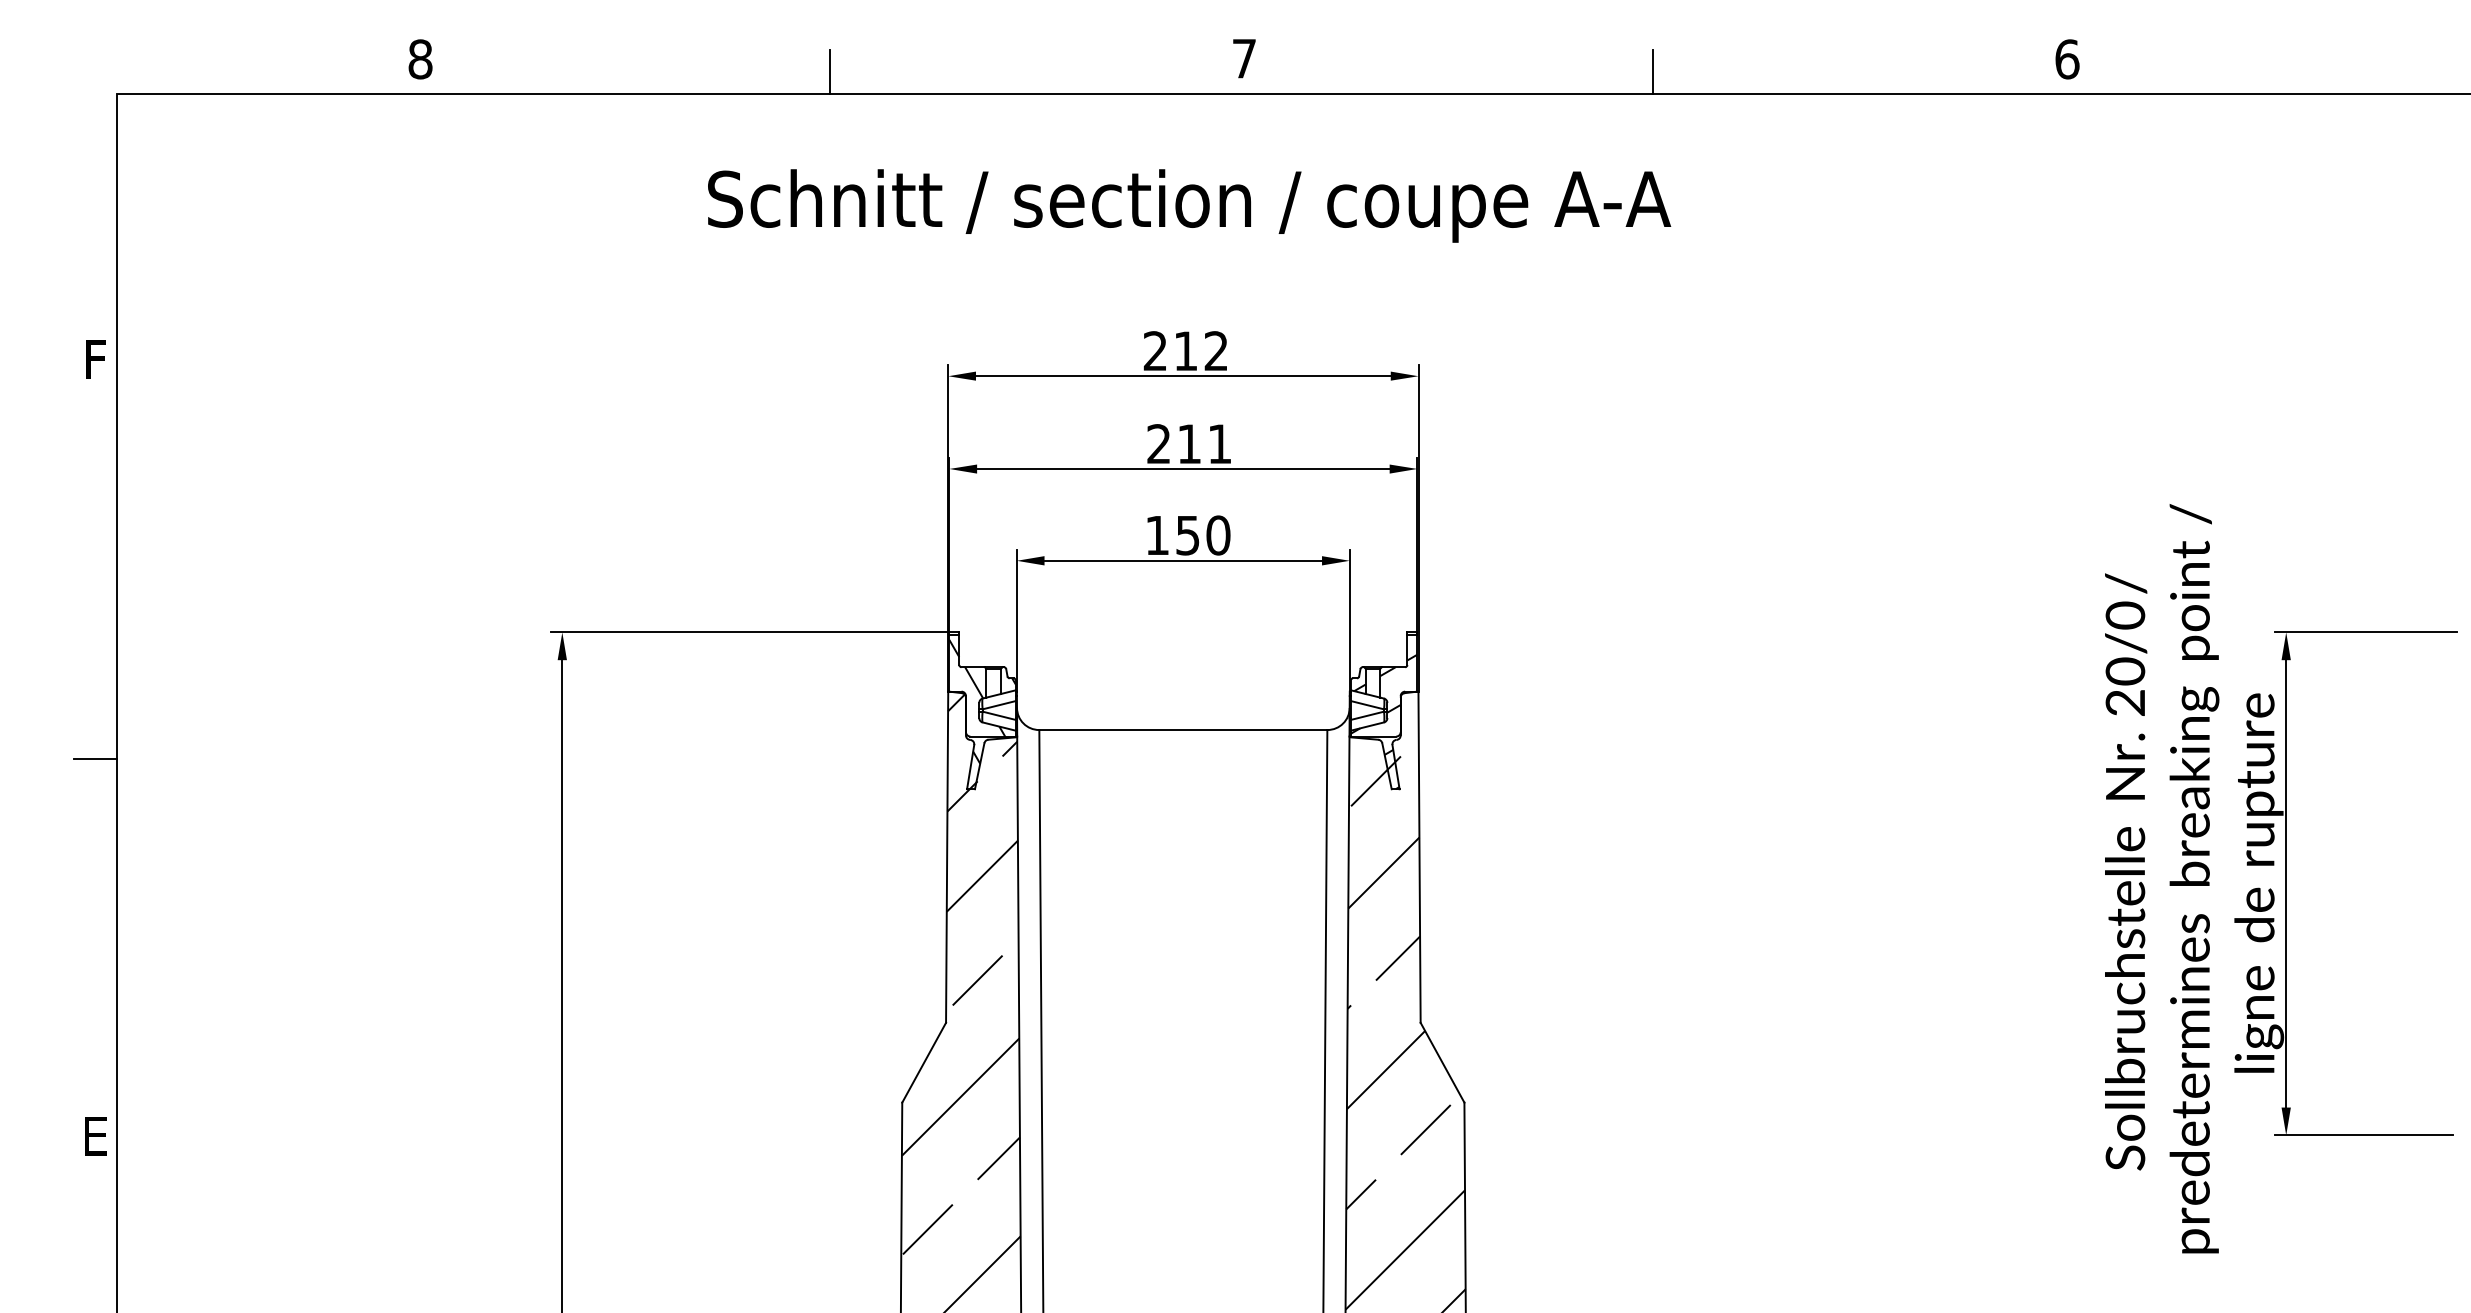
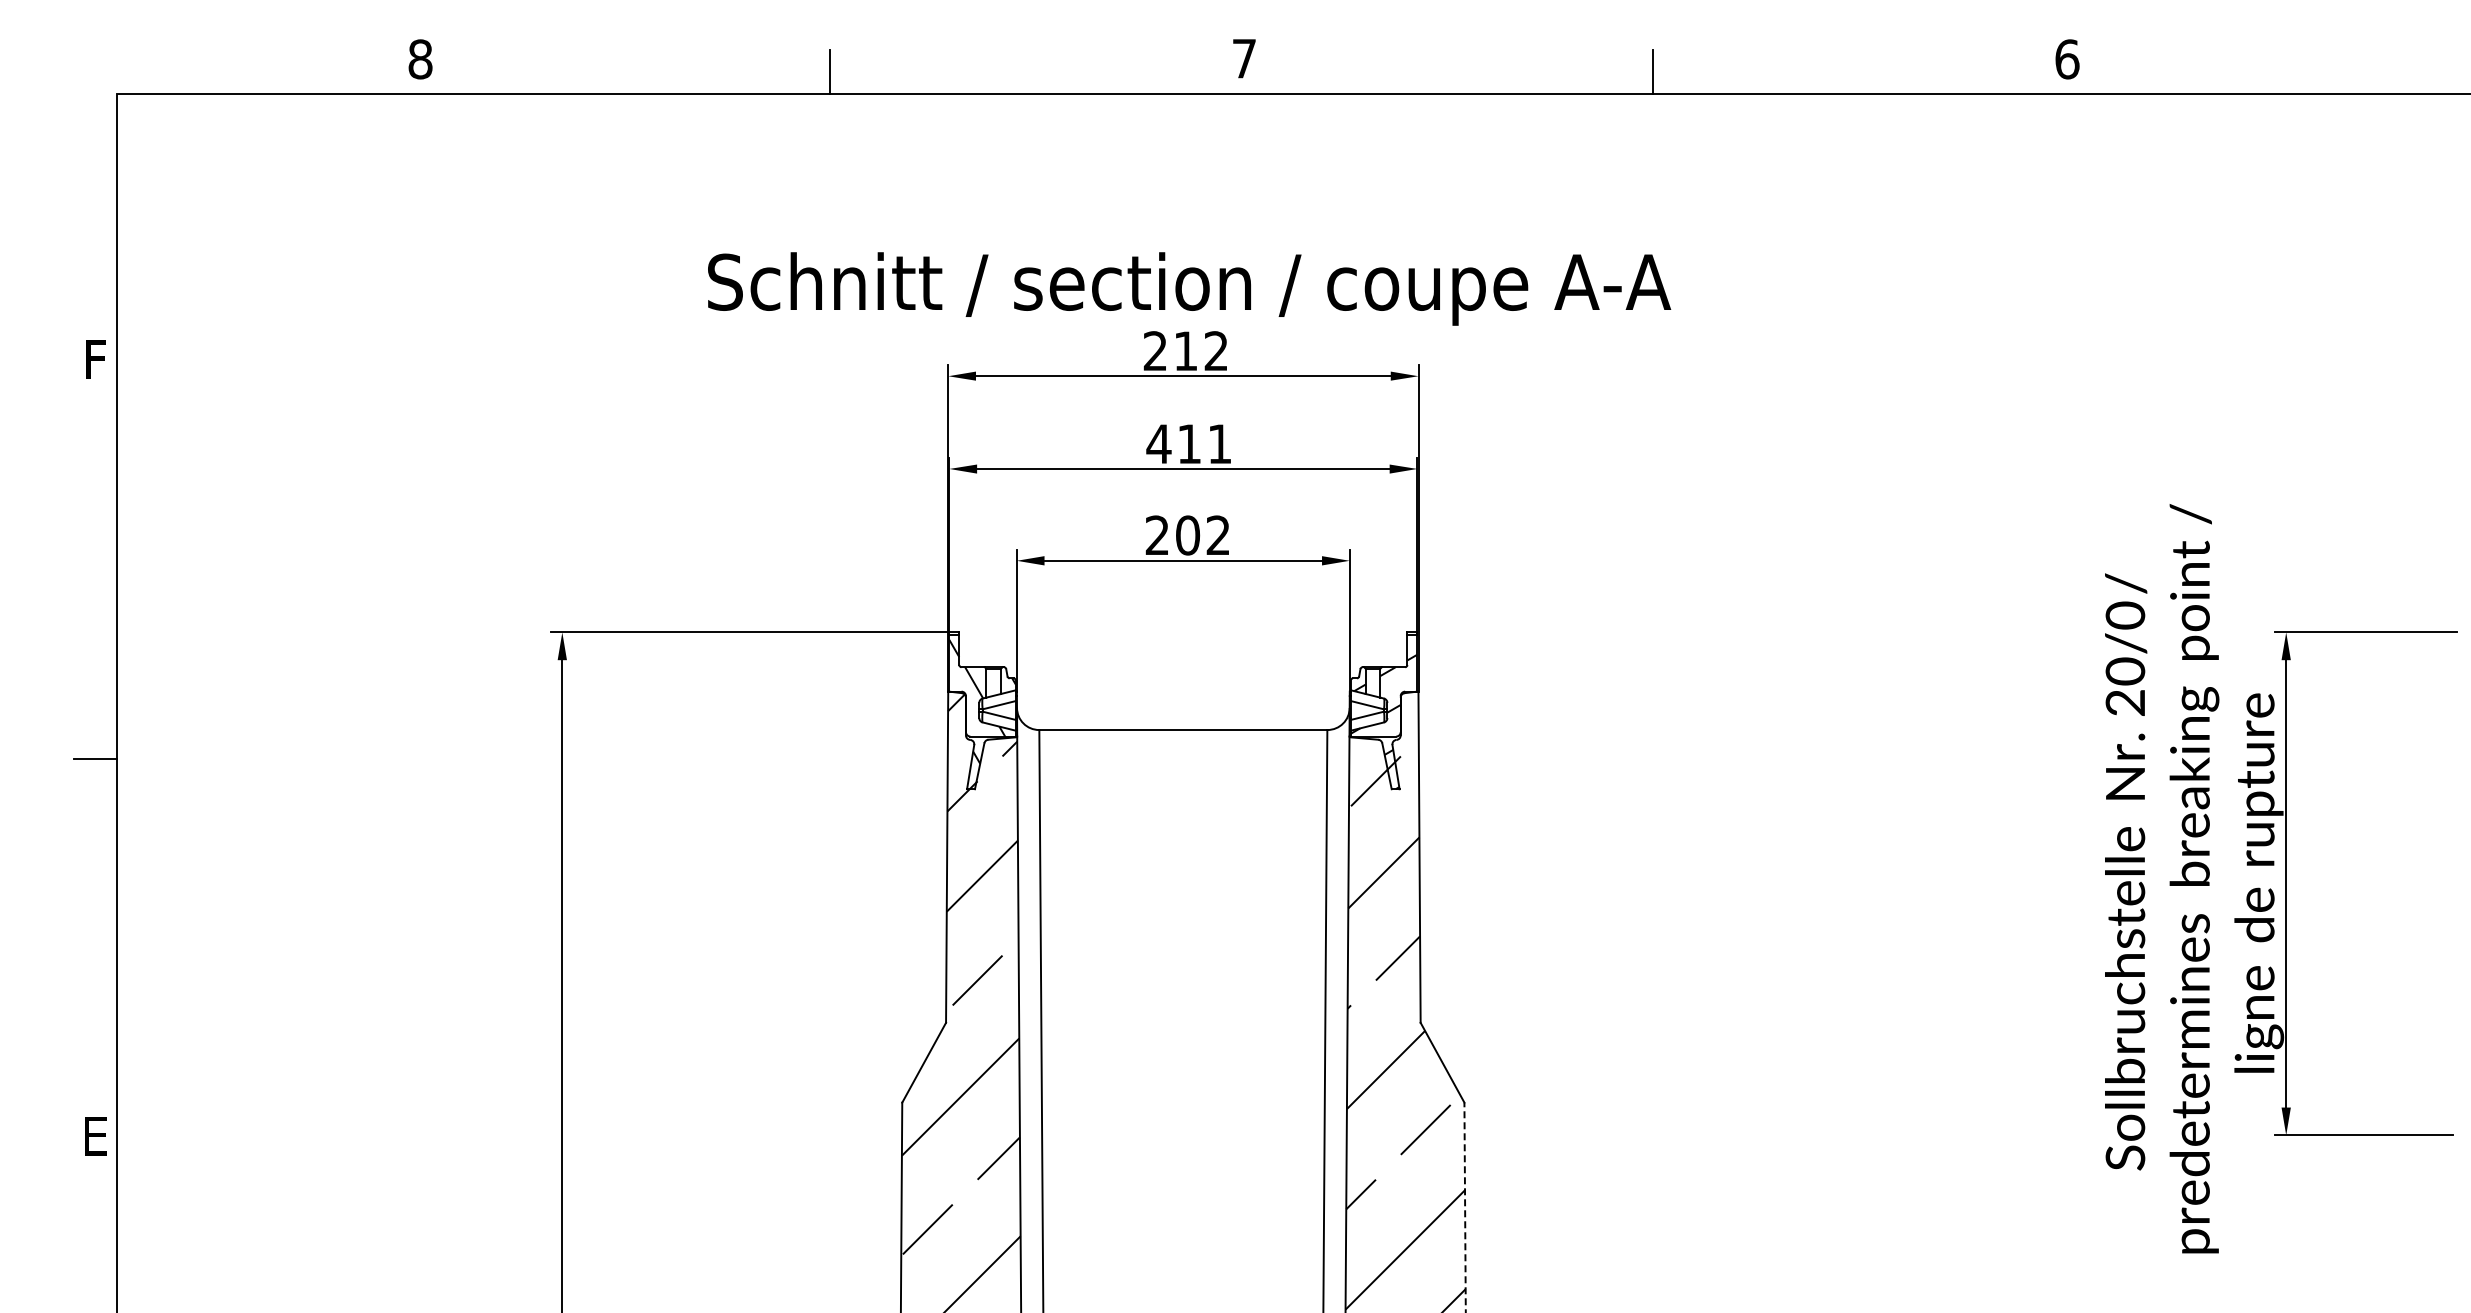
text at (1189, 205) position: (1189, 205) -> (1189, 288)
text at (1158, 443): 211 -> 411
text at (1187, 535): 150 -> 202
line at (1465, 1207): solid -> dashed
